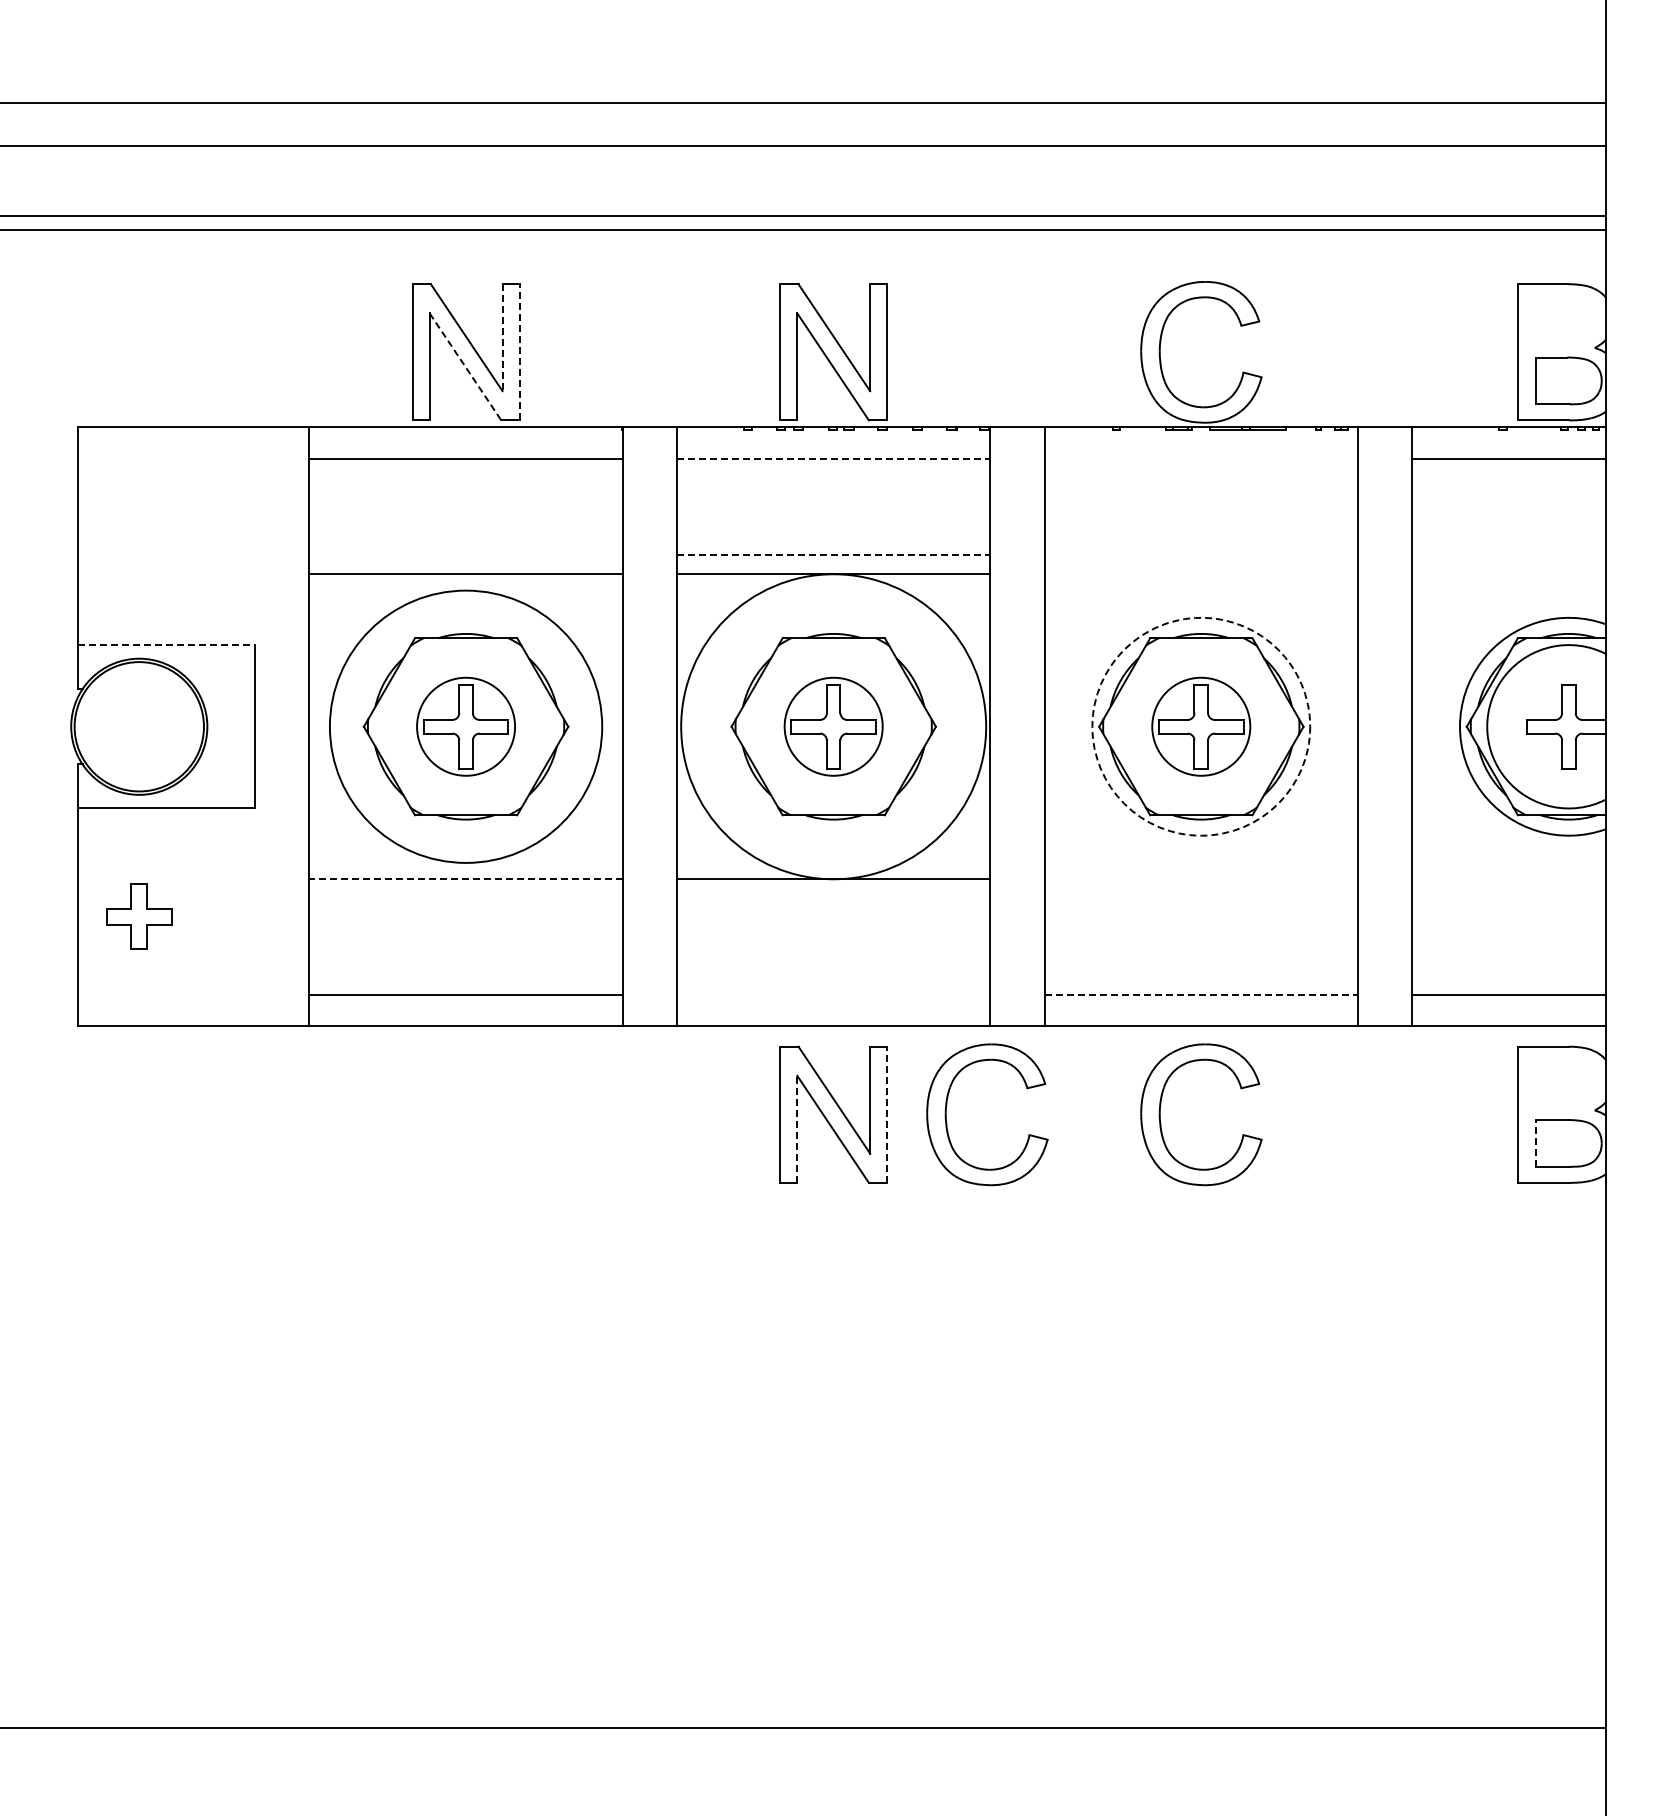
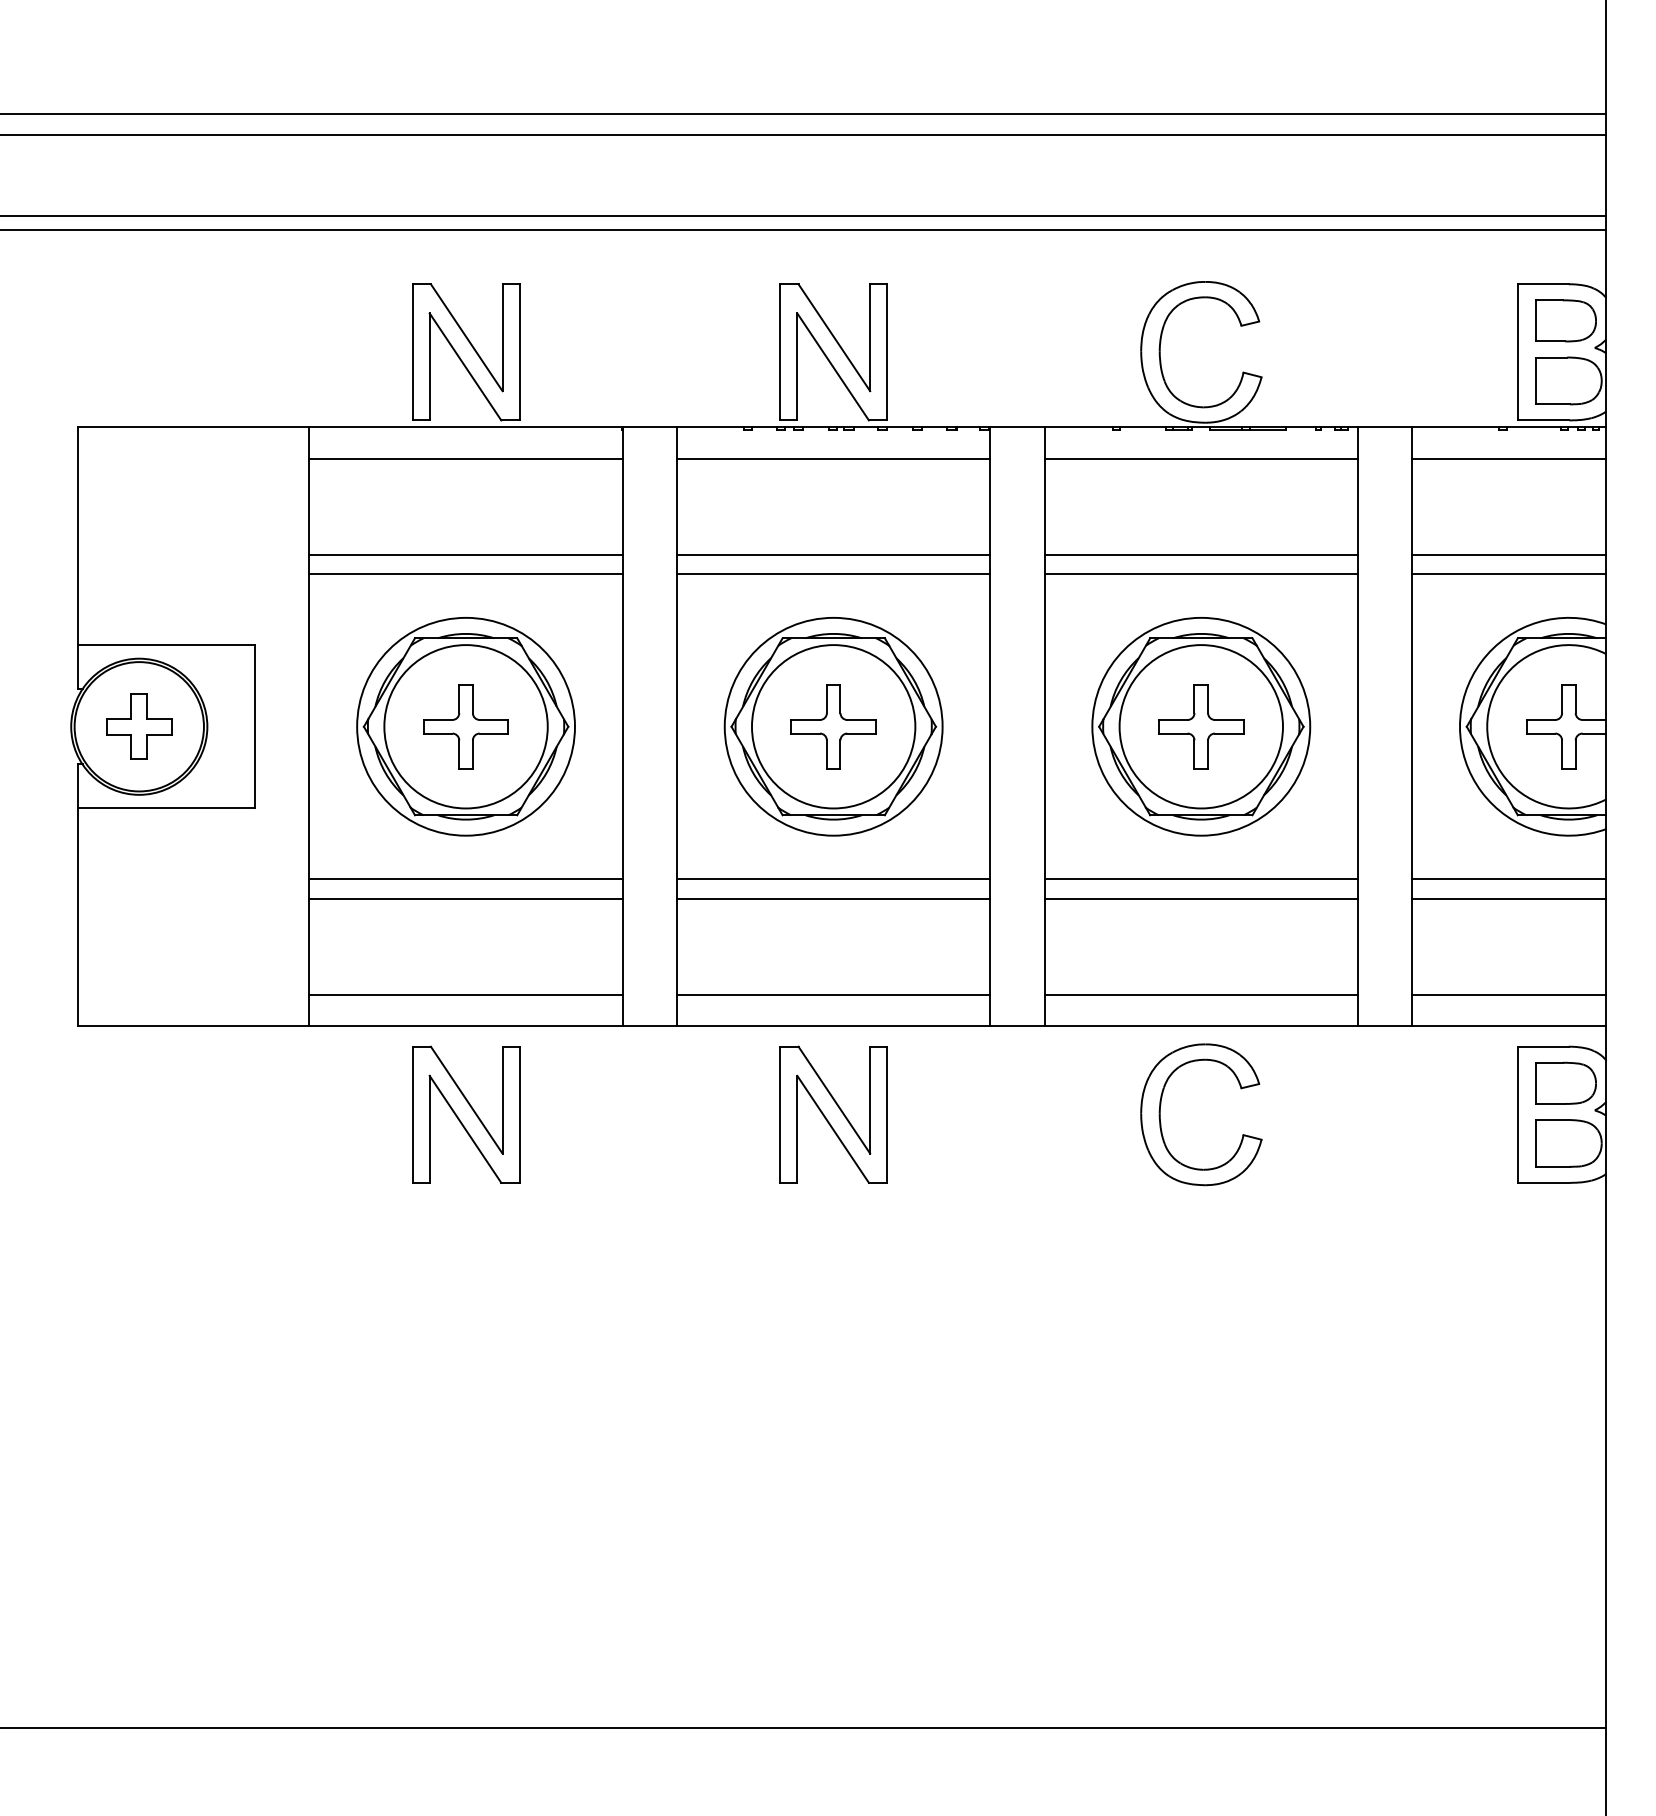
line at (804, 103) position: (804, 103) -> (804, 114)
line at (804, 145) position: (804, 145) -> (804, 134)
part at (1565, 320): none -> present
line at (502, 338): dashed -> solid
line at (519, 351): dashed -> solid
line at (465, 367): dashed -> solid
line at (833, 458): dashed -> solid
line at (1200, 458): none -> present
line at (465, 554): none -> present
line at (833, 554): dashed -> solid
line at (1200, 554): none -> present
line at (1509, 554): none -> present
line at (1200, 574): none -> present
line at (1509, 574): none -> present
line at (167, 645): dashed -> solid
circle at (465, 726) diameter: 272 px -> 218 px
circle at (466, 726) diameter: 98 px -> 163 px
circle at (833, 726) diameter: 305 px -> 218 px
circle at (833, 726) diameter: 98 px -> 163 px
circle at (1201, 726) diameter: 98 px -> 163 px
circle at (1201, 726): dashed -> solid
line at (466, 879): dashed -> solid
line at (1200, 879): none -> present
line at (1509, 879): none -> present
line at (465, 898): none -> present
line at (833, 898): none -> present
line at (1200, 898): none -> present
line at (1509, 898): none -> present
part at (139, 916) position: (139, 916) -> (139, 726)
line at (833, 995): none -> present
line at (1201, 995): dashed -> solid
part at (1565, 1082): none -> present
part at (466, 1114): none -> present
line at (887, 1114): dashed -> solid
part at (947, 1122): present -> none
line at (797, 1129): dashed -> solid
line at (1535, 1142): dashed -> solid
